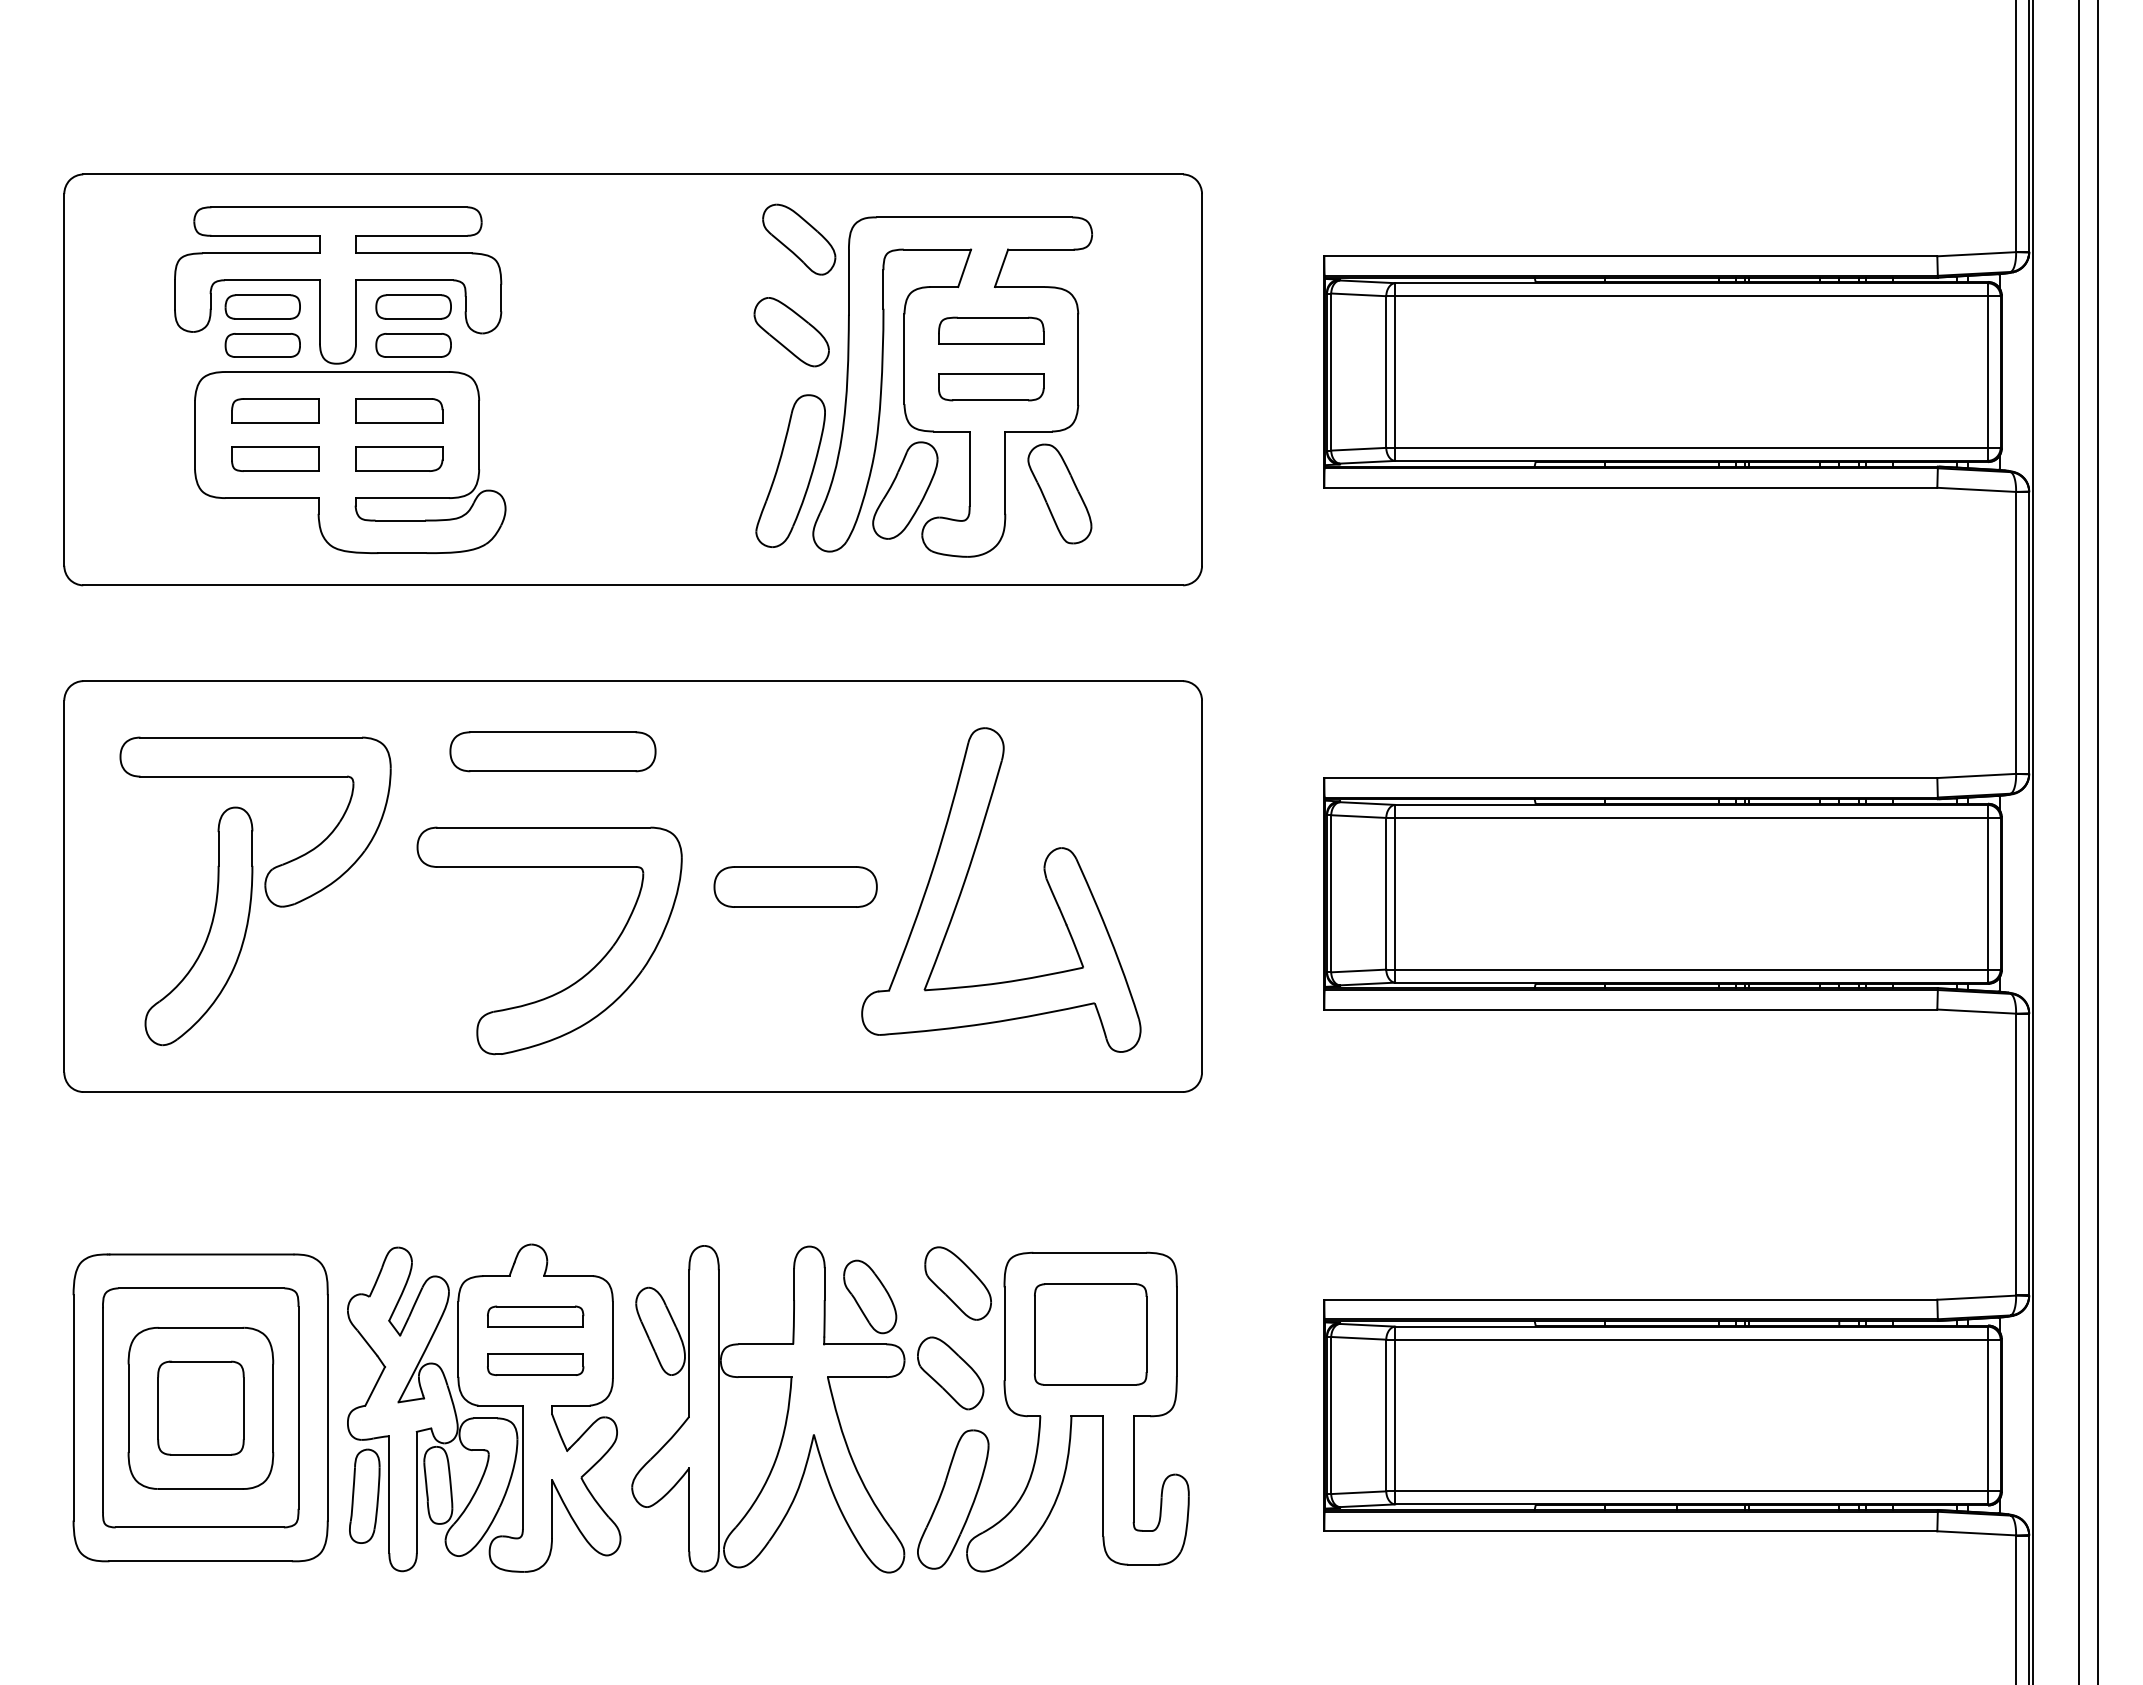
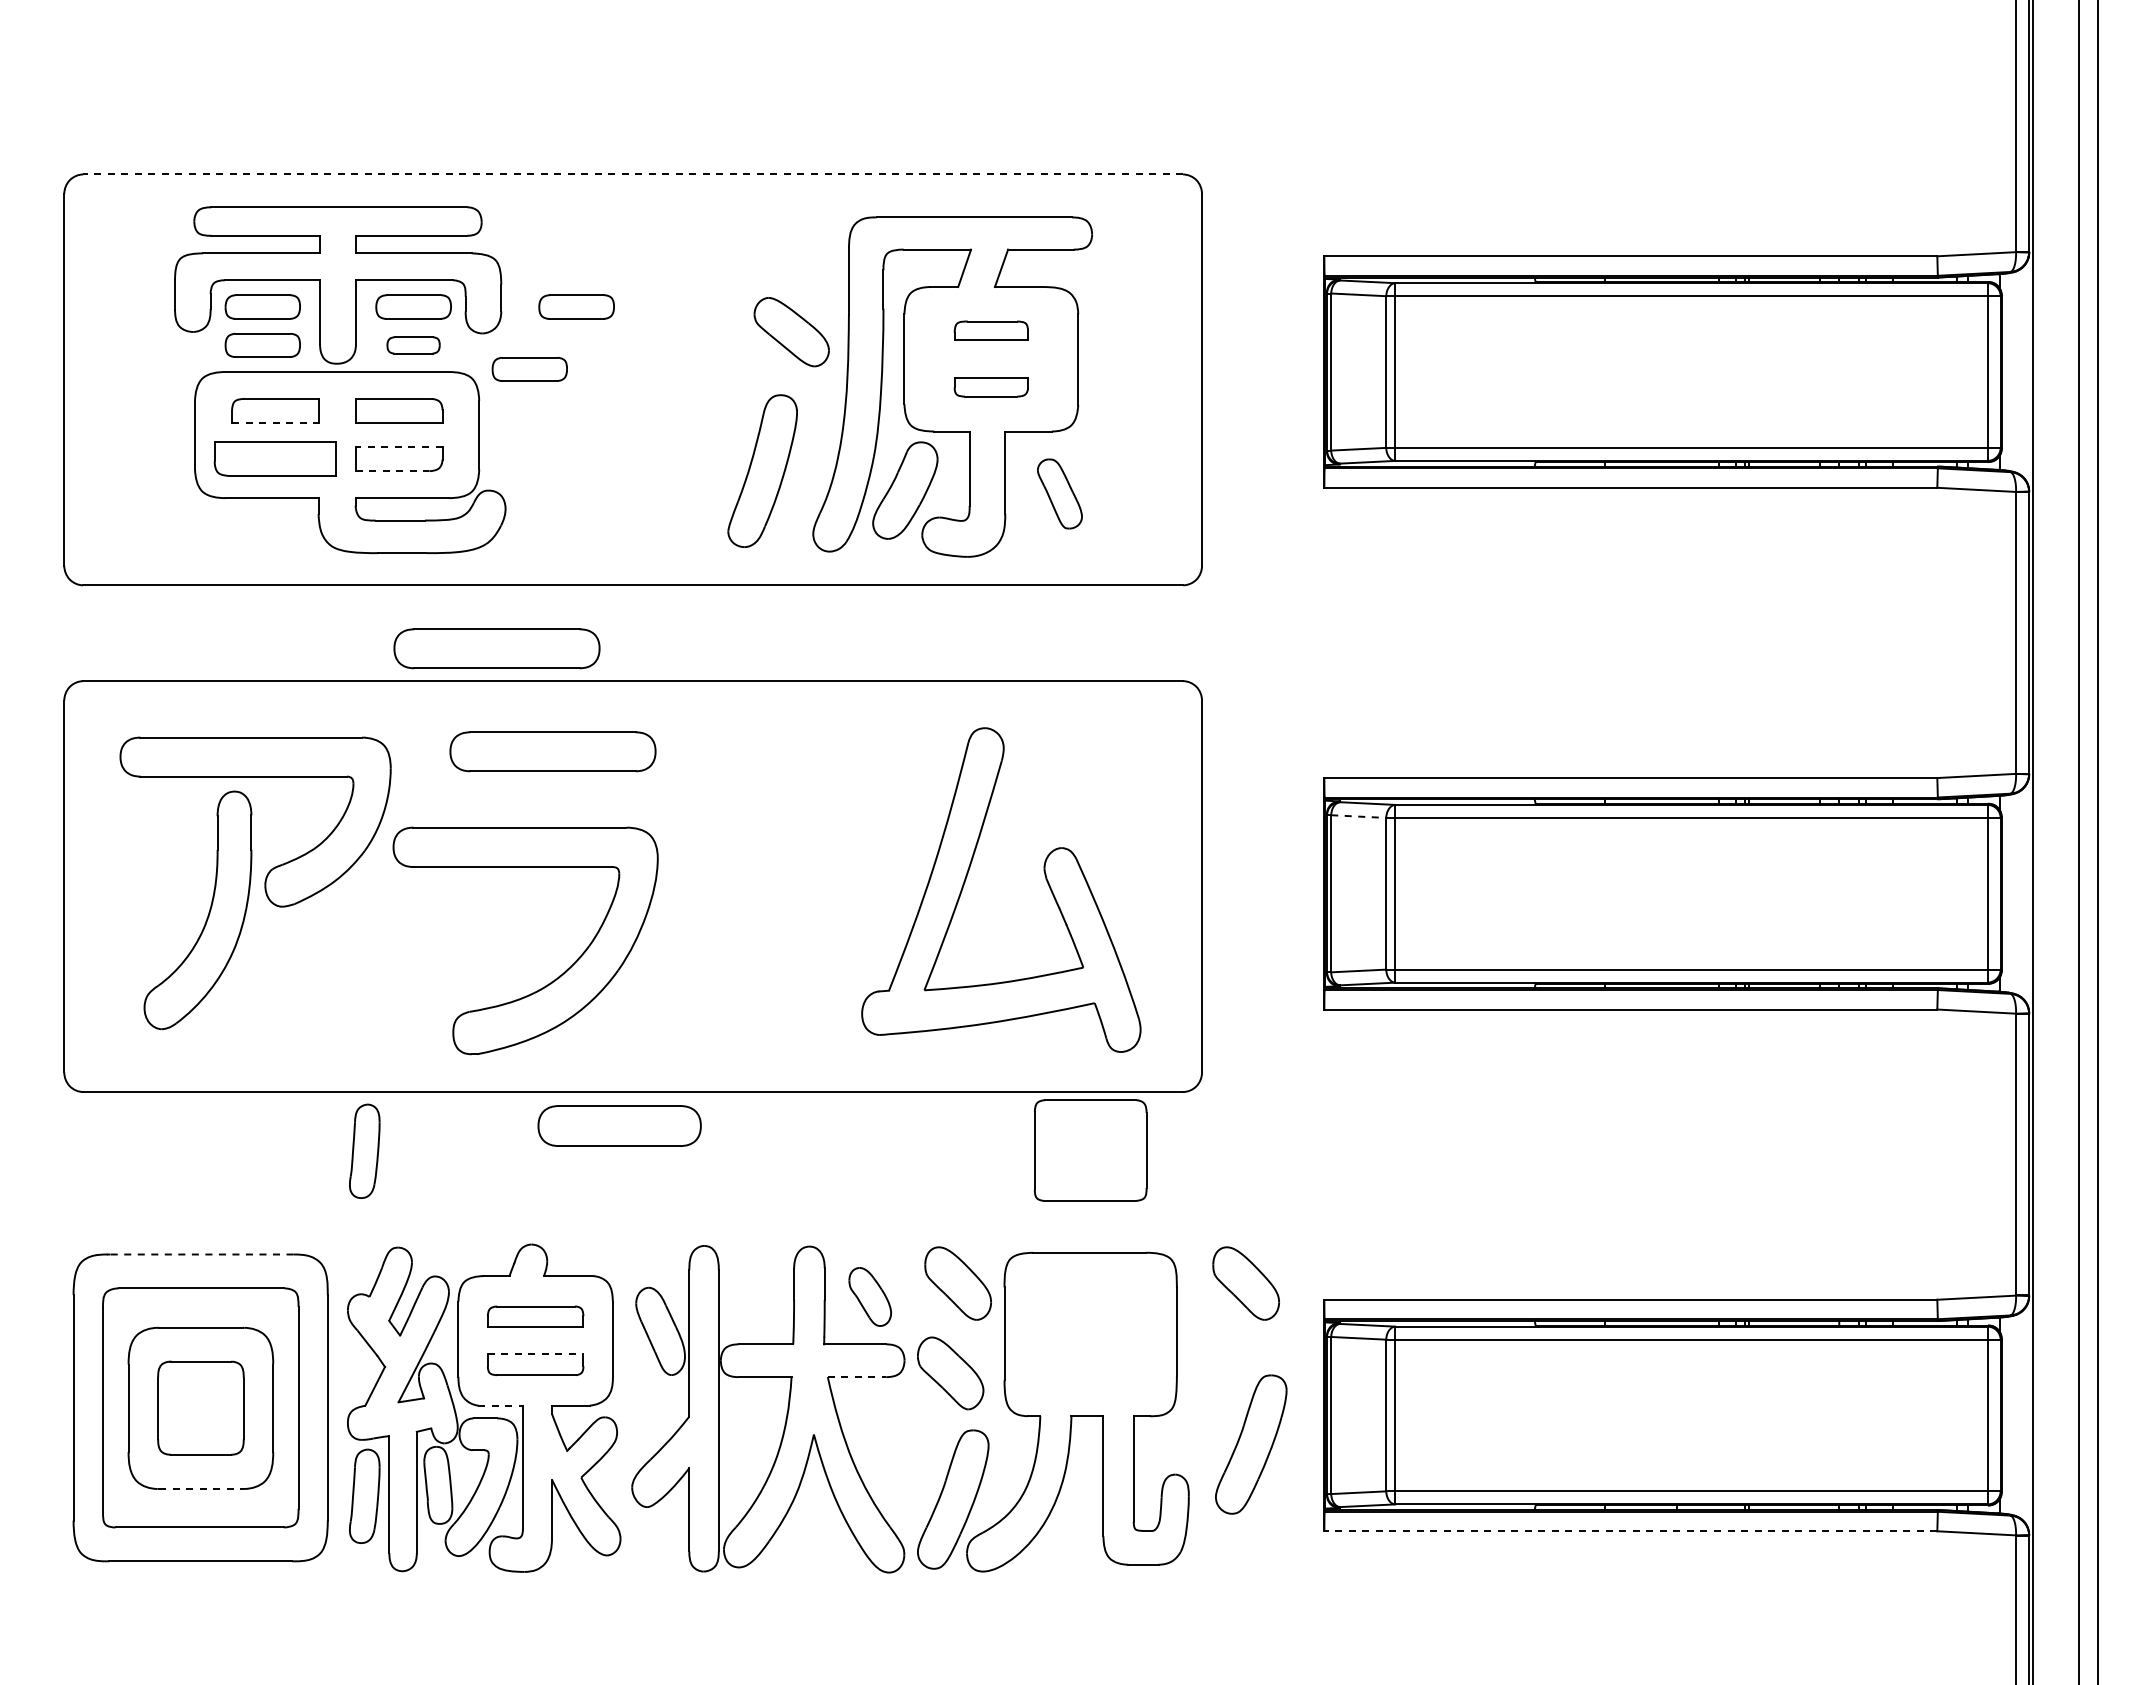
line at (633, 174): solid -> dashed
part at (799, 239): present -> none
part at (576, 306): none -> present
part at (991, 330) size: 107x29 px -> 76x21 px
part at (413, 345) size: 77x25 px -> 55x19 px
part at (529, 369): none -> present
part at (991, 387) size: 107x29 px -> 76x21 px
line at (275, 422): solid -> dashed
line at (398, 447): solid -> dashed
part at (275, 458) size: 89x26 px -> 124x36 px
part at (790, 470) position: (790, 470) -> (762, 470)
line at (392, 471): solid -> dashed
part at (1059, 493) size: 66x102 px -> 46x72 px
part at (496, 648): none -> present
line at (1358, 816): solid -> dashed
part at (795, 886) position: (795, 886) -> (619, 1125)
part at (209, 928) position: (209, 928) -> (208, 912)
part at (579, 978) position: (579, 978) -> (555, 978)
part at (364, 1150): none -> present
line at (201, 1254): solid -> dashed
part at (1245, 1283): none -> present
part at (870, 1296) size: 55x76 px -> 44x60 px
part at (1090, 1334) position: (1090, 1334) -> (1090, 1150)
line at (535, 1353): solid -> dashed
line at (857, 1377): solid -> dashed
line at (501, 1405): solid -> dashed
part at (1251, 1444): none -> present
line at (200, 1488): solid -> dashed
line at (1630, 1531): solid -> dashed
